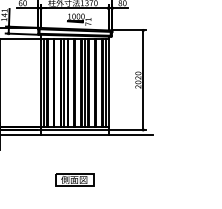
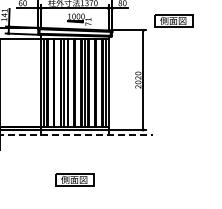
part at (173, 20): none -> present
line at (77, 134): solid -> dashed
